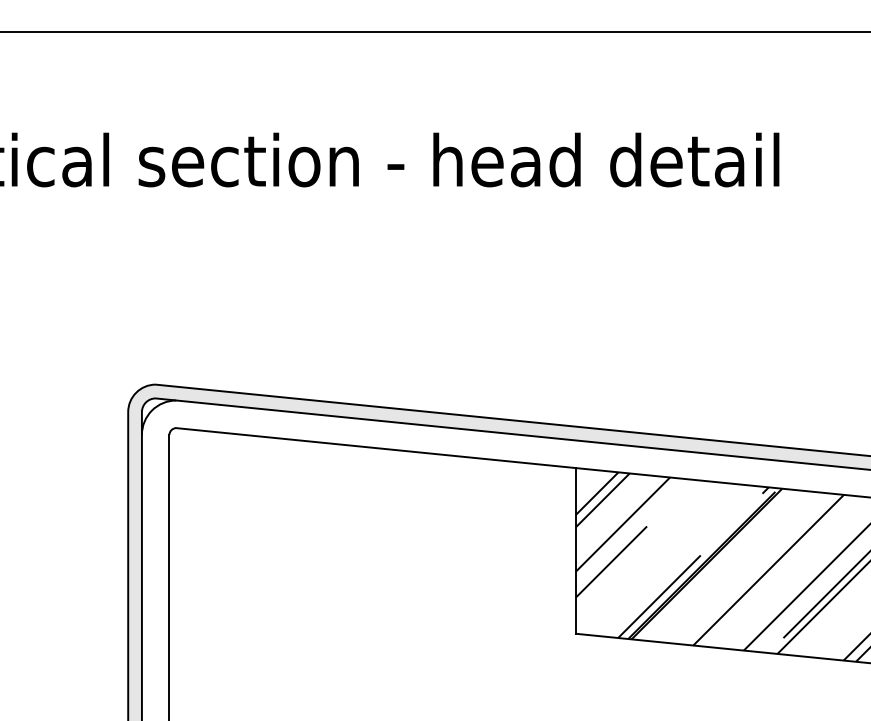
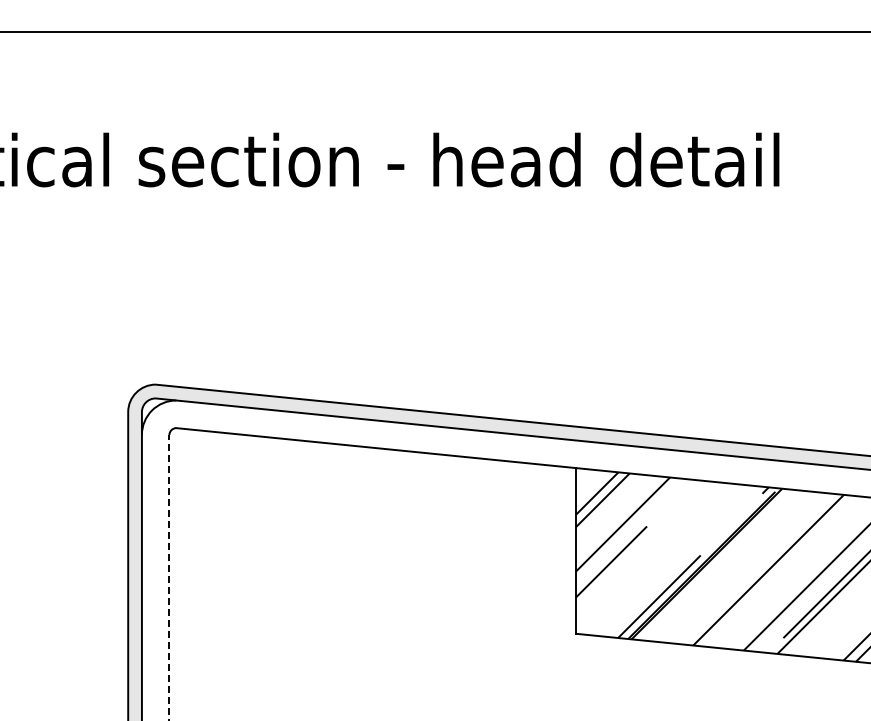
line at (169, 577): solid -> dashed
